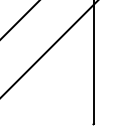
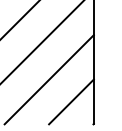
line at (48, 49) position: (48, 49) -> (42, 42)
line at (48, 79): none -> present
line at (71, 101): none -> present
